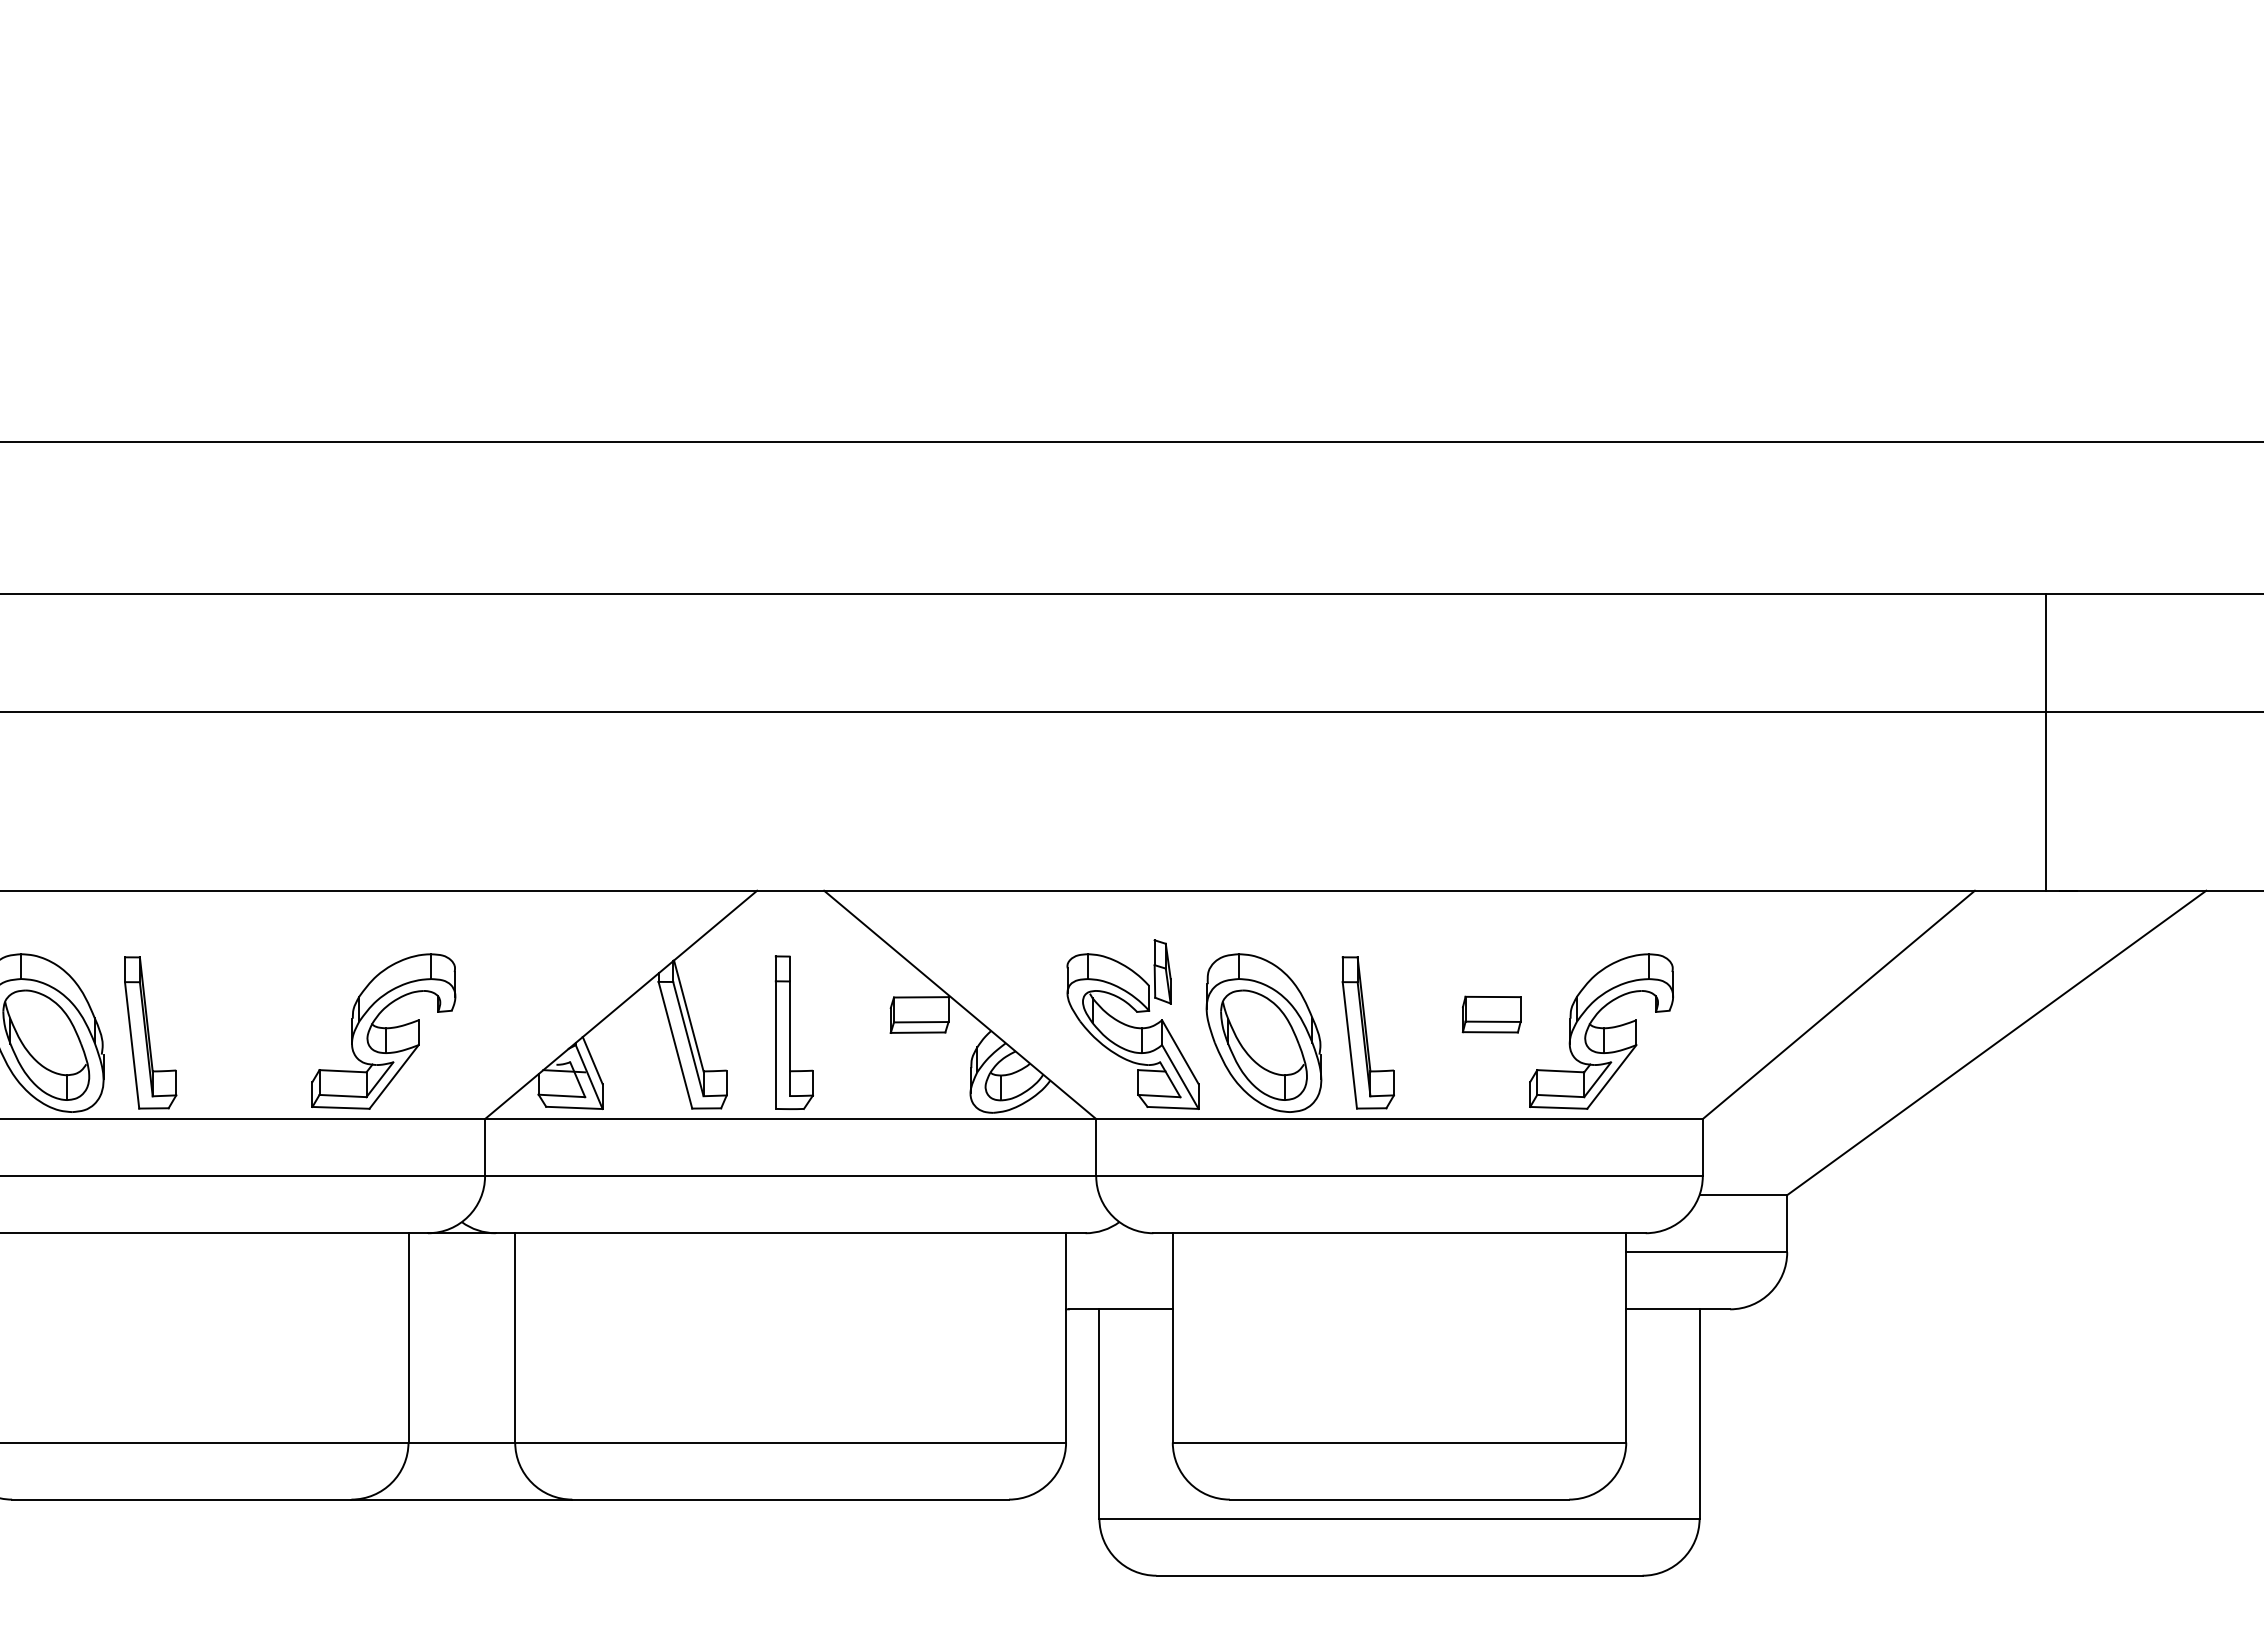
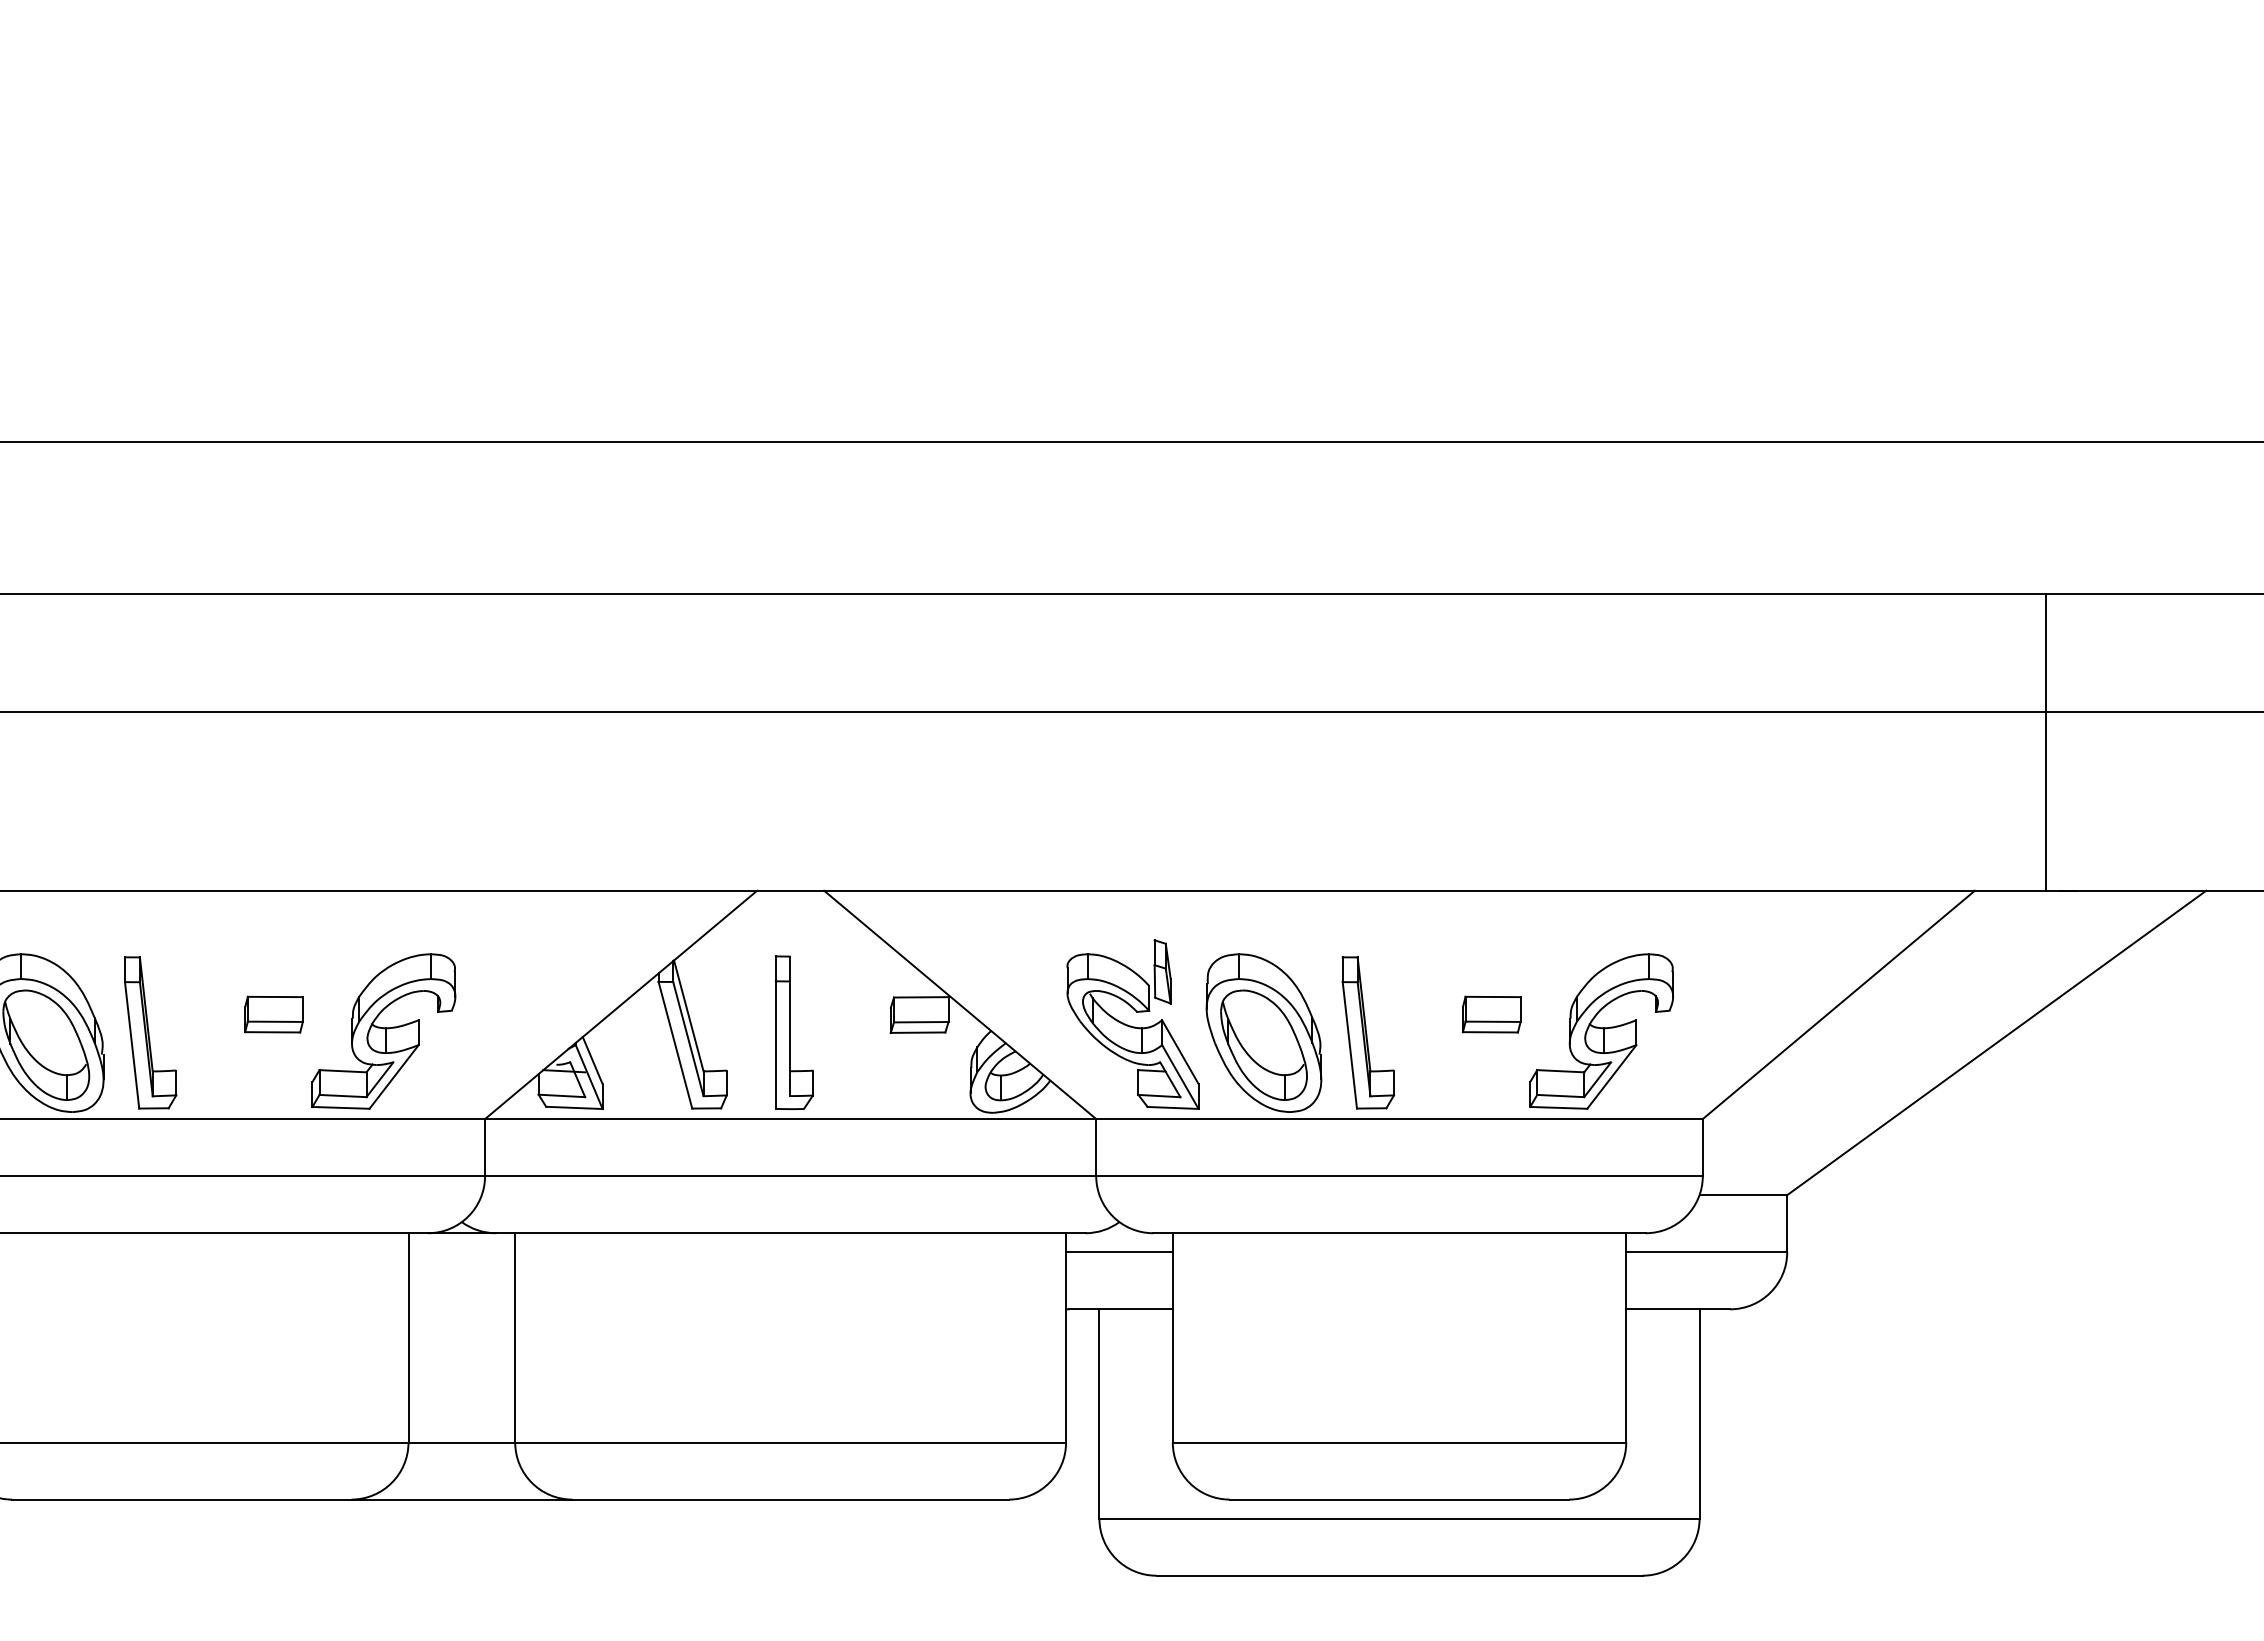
part at (273, 1014): none -> present
line at (1119, 1252): none -> present
